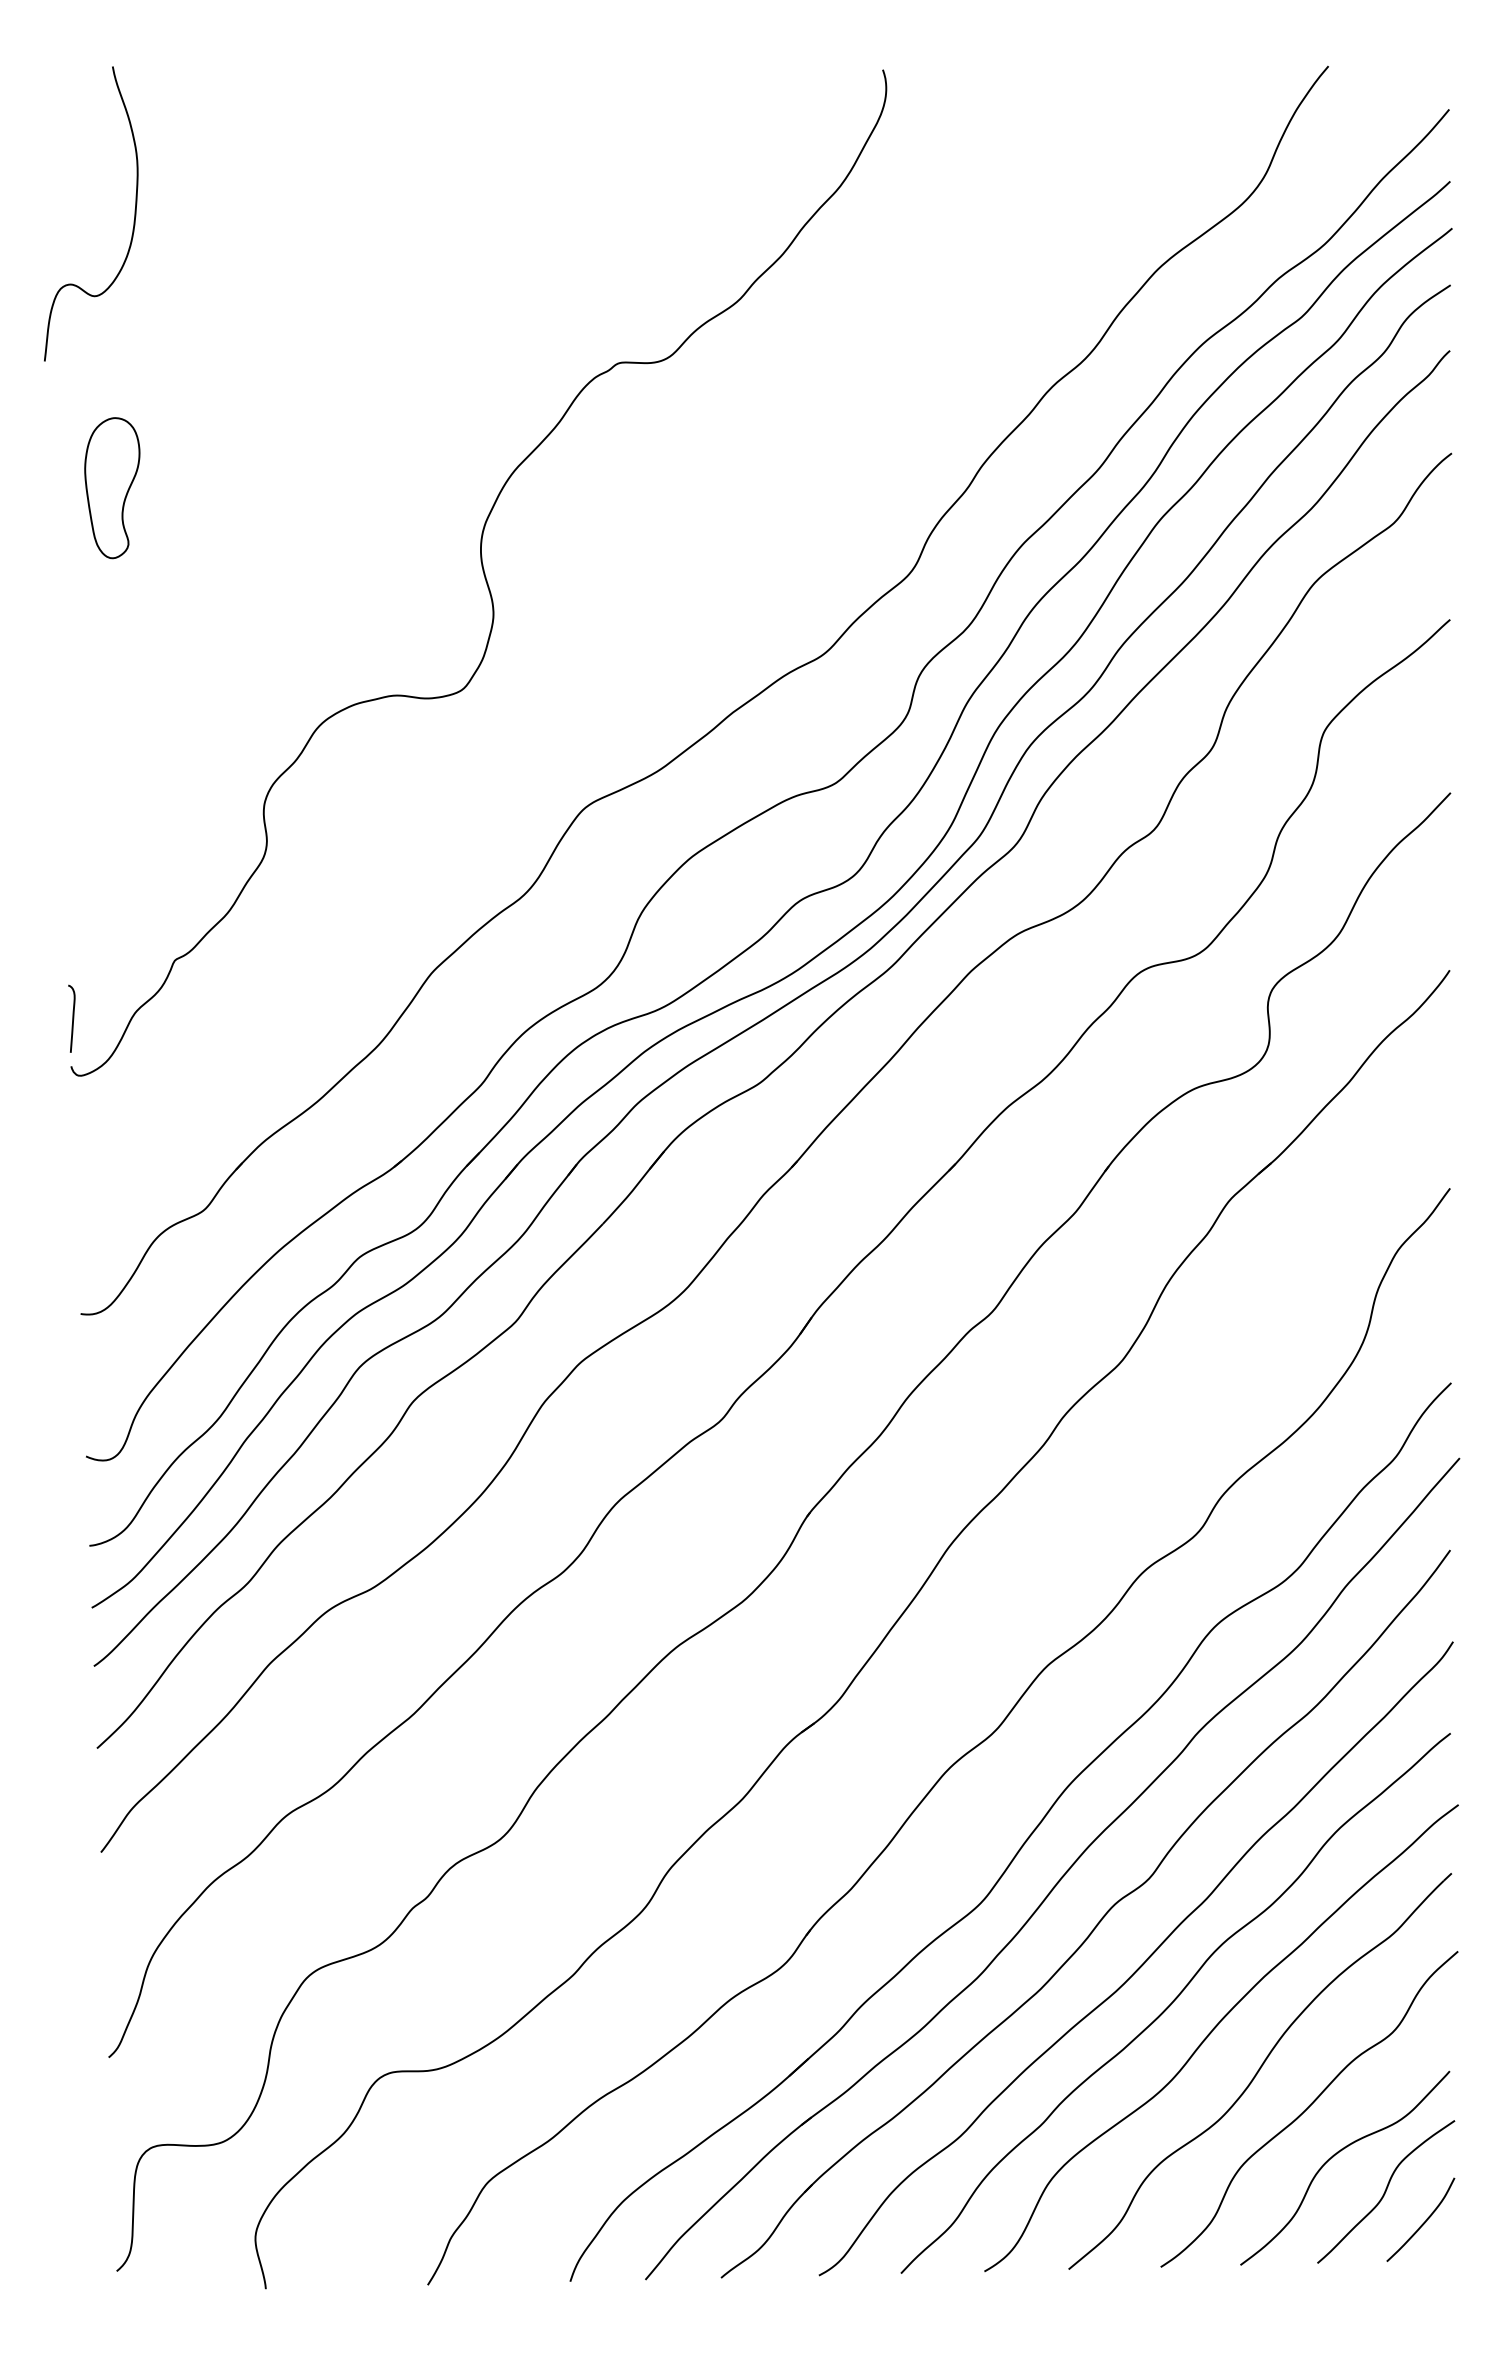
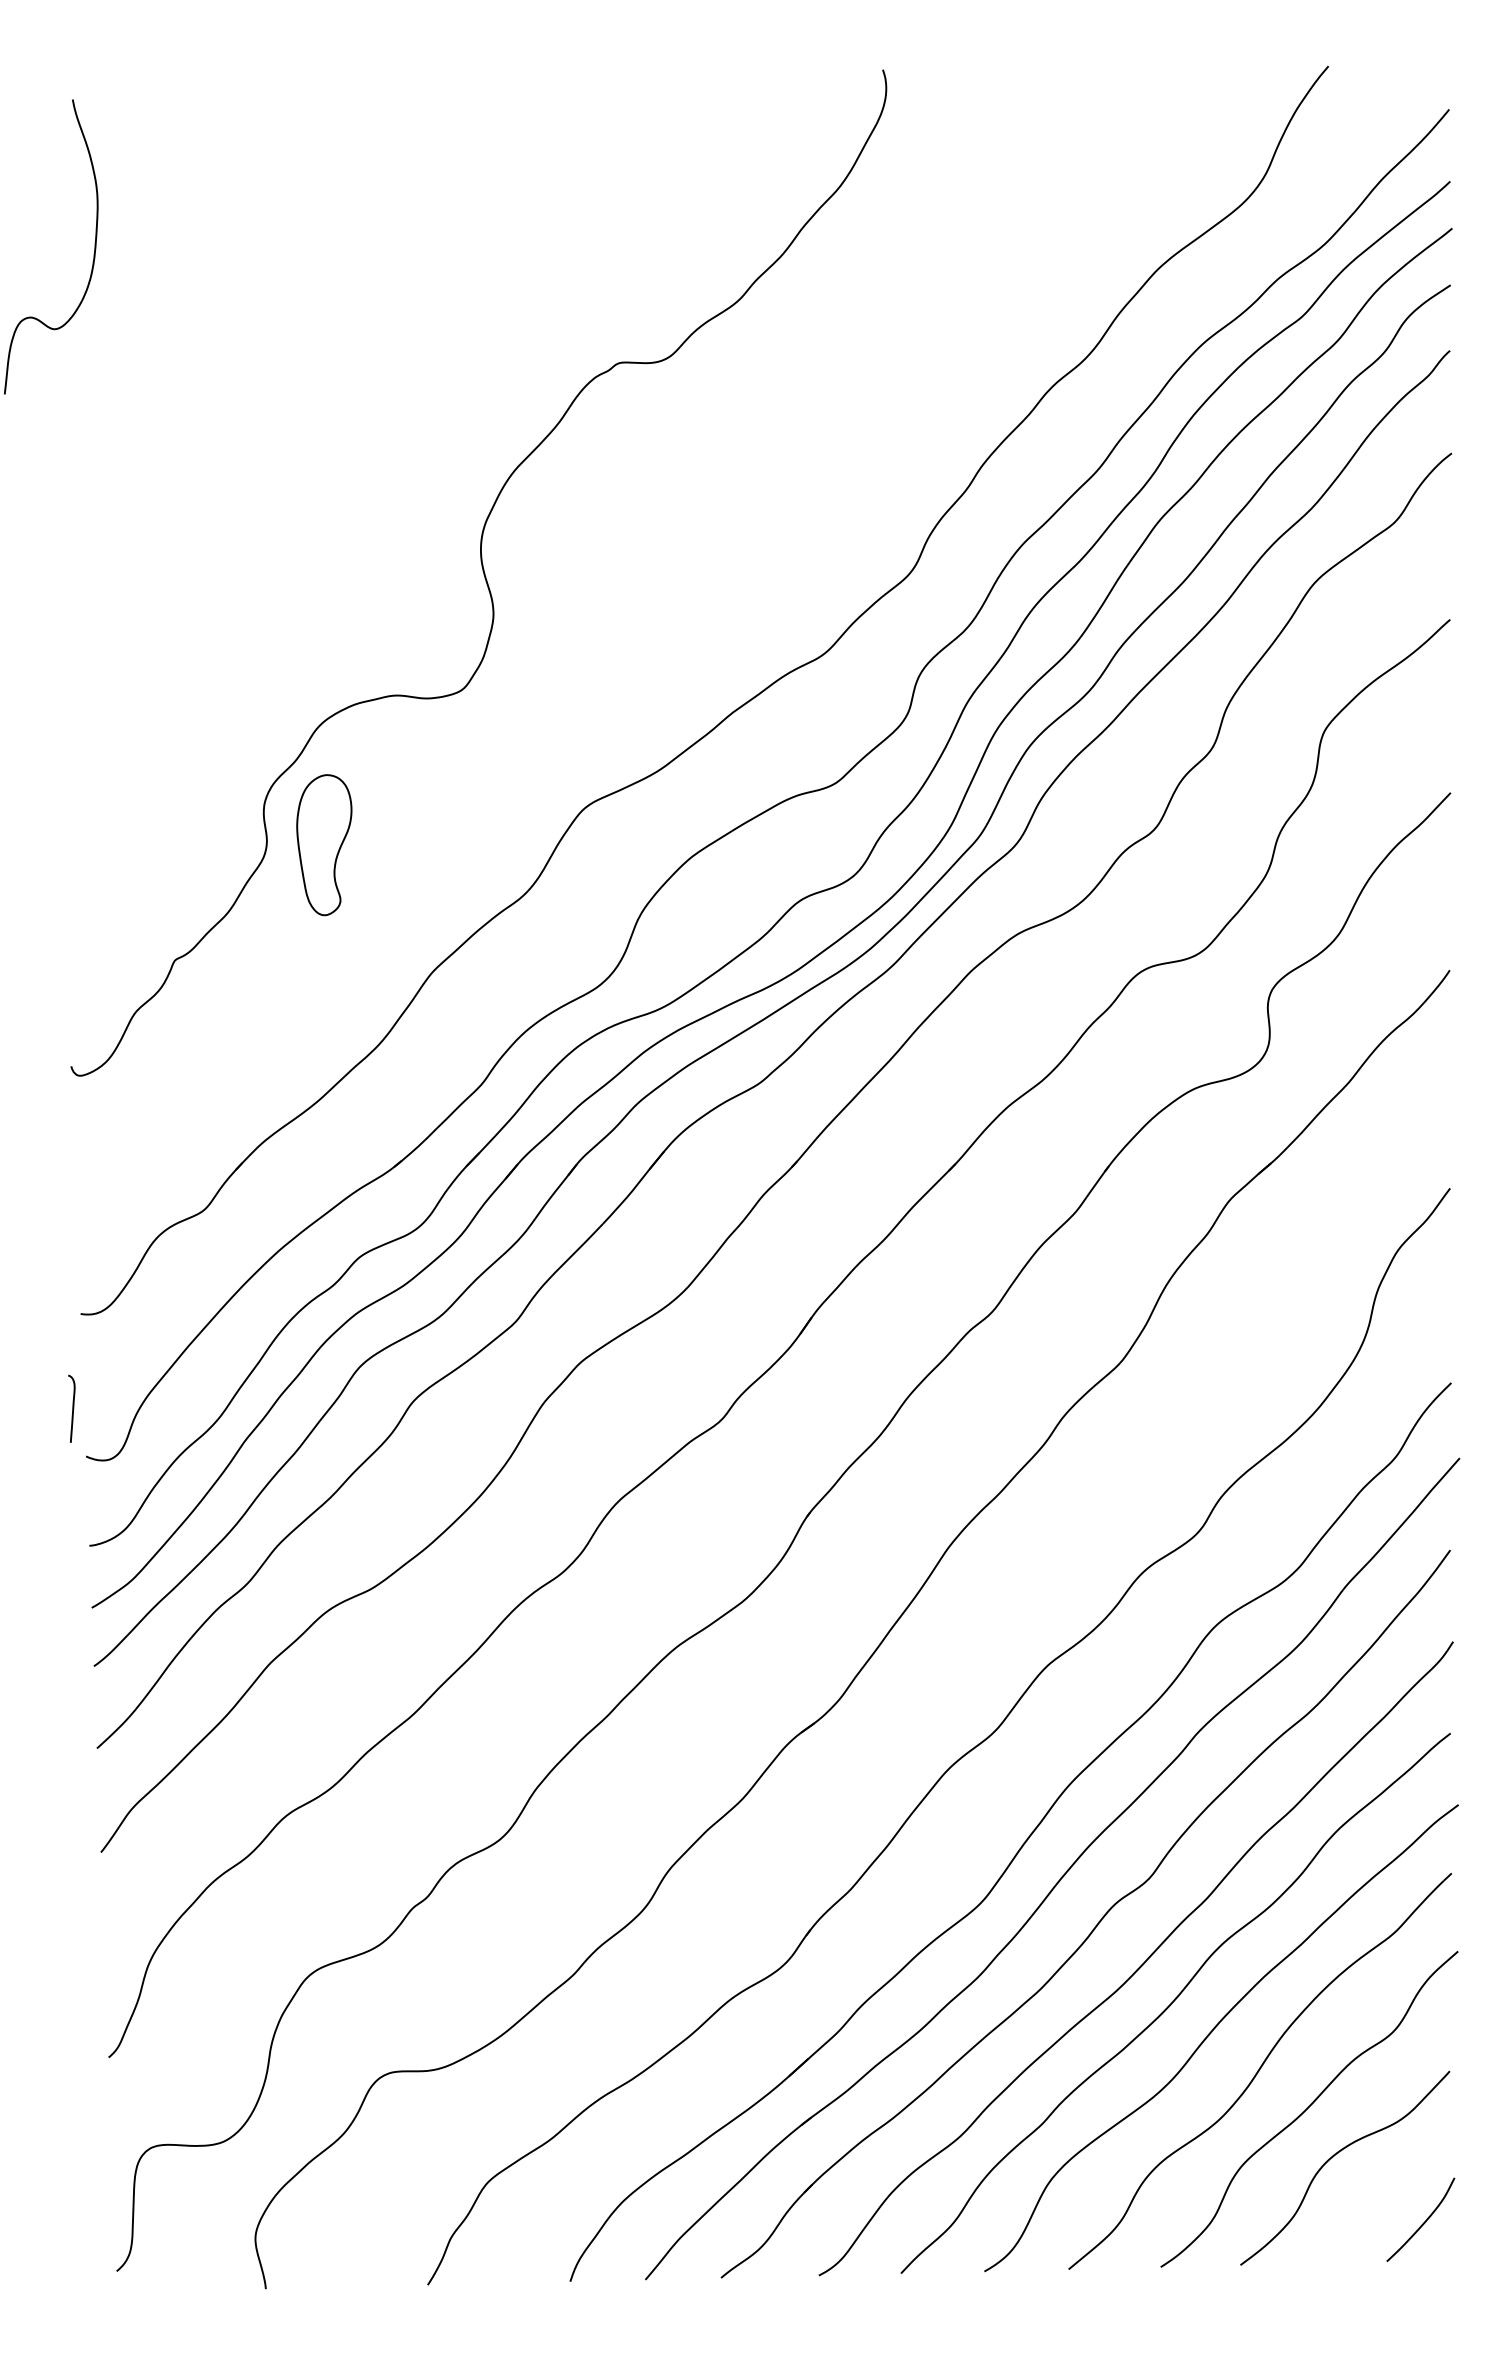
curve at (133, 220) position: (133, 220) -> (93, 253)
part at (112, 488) position: (112, 488) -> (324, 845)
curve at (72, 1018) position: (72, 1018) -> (72, 1408)
curve at (1386, 2191): present -> none
